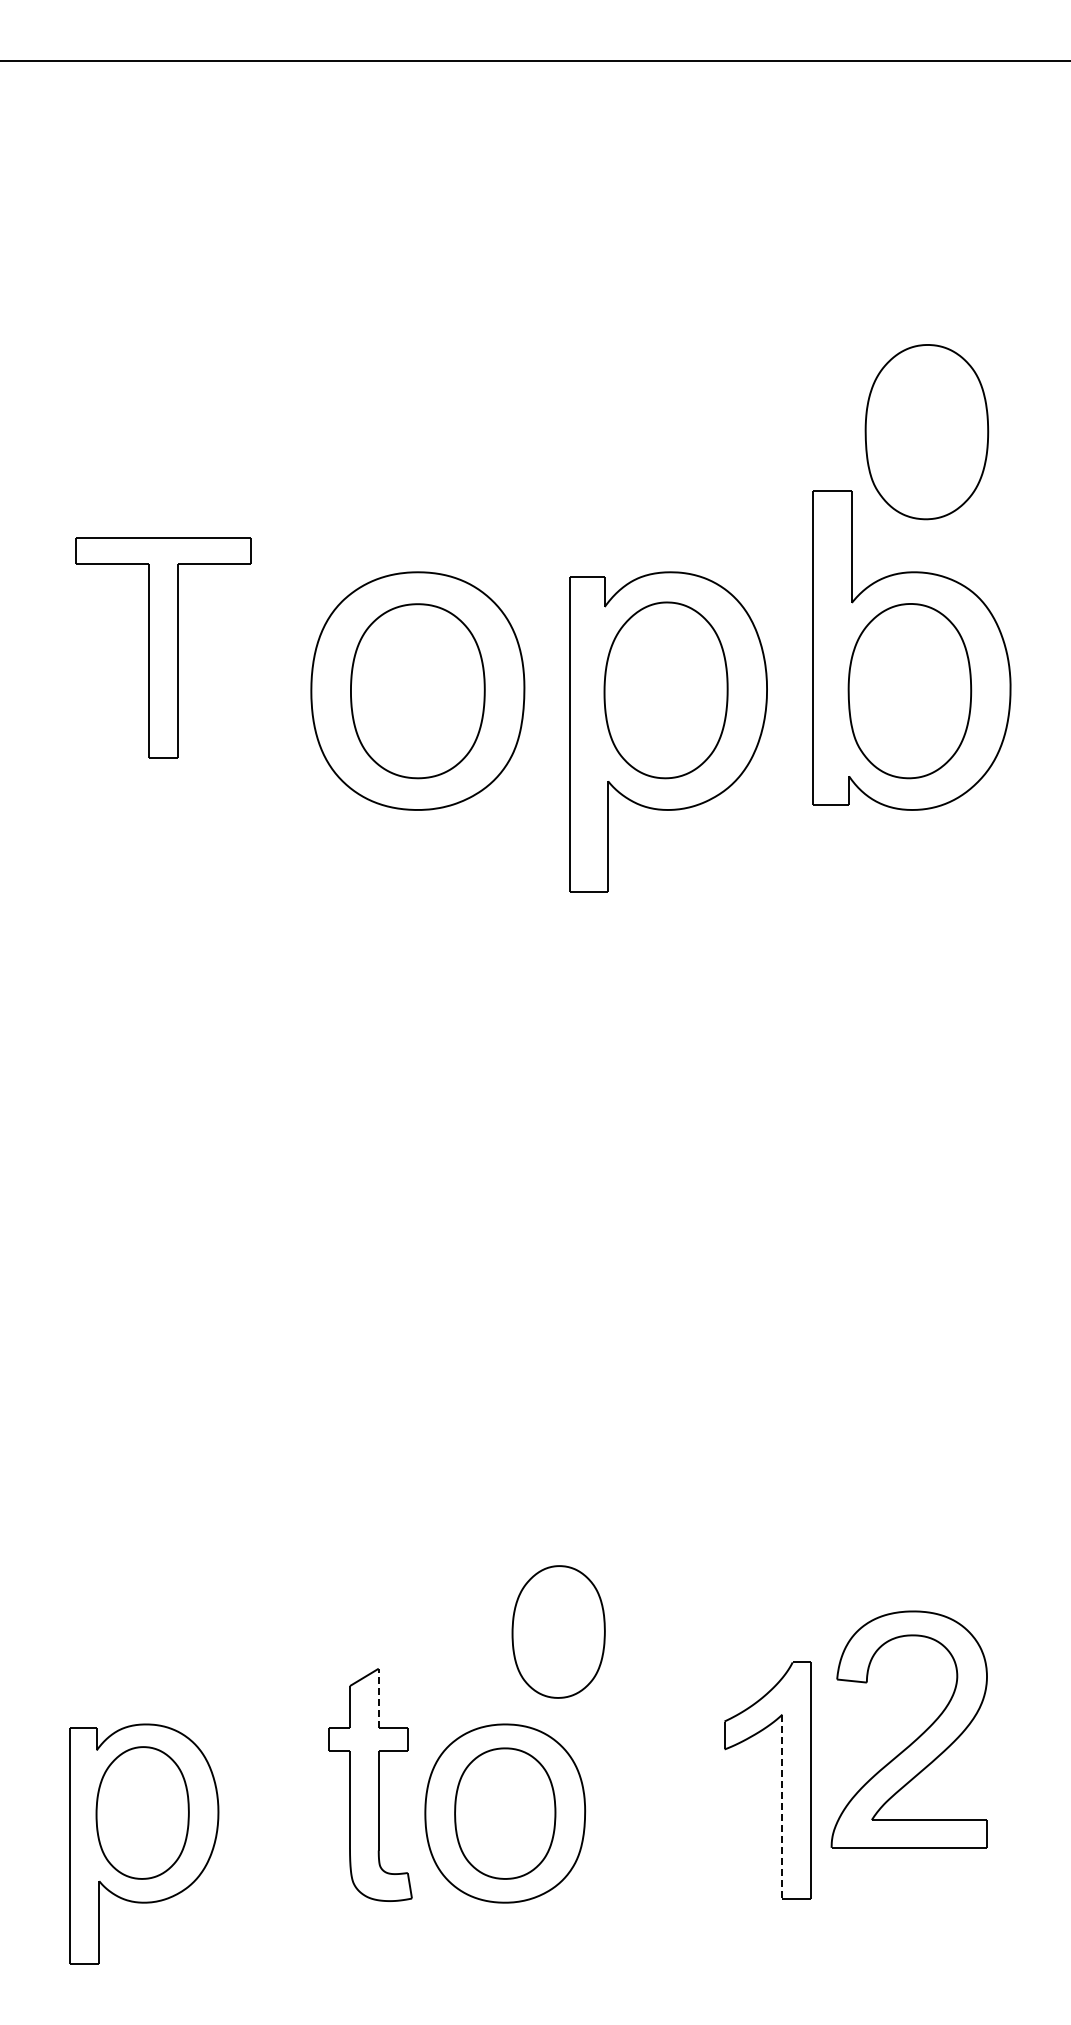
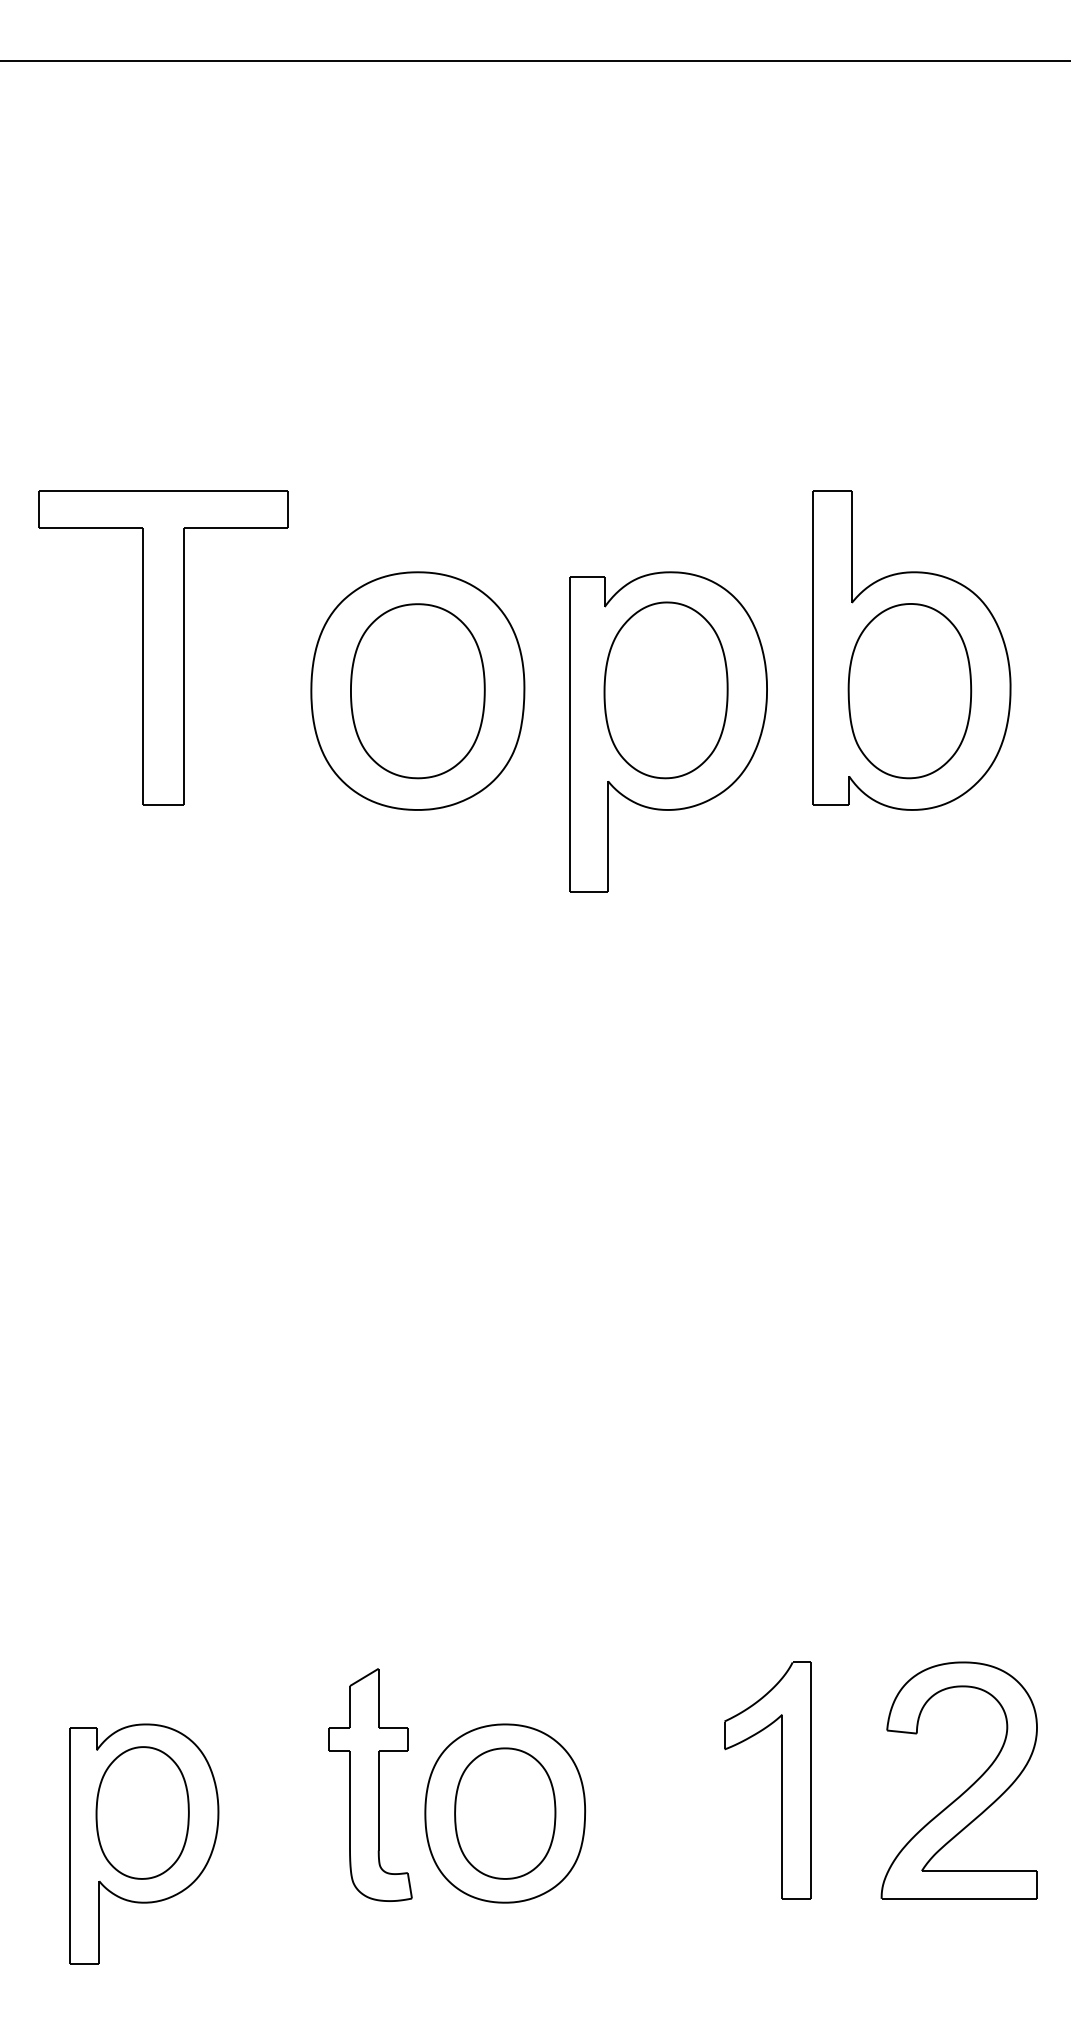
part at (926, 432): present -> none
part at (163, 647) size: 177x222 px -> 251x316 px
part at (558, 1631): present -> none
line at (378, 1698): dashed -> solid
part at (917, 1737) position: (917, 1737) -> (967, 1788)
line at (782, 1807): dashed -> solid
